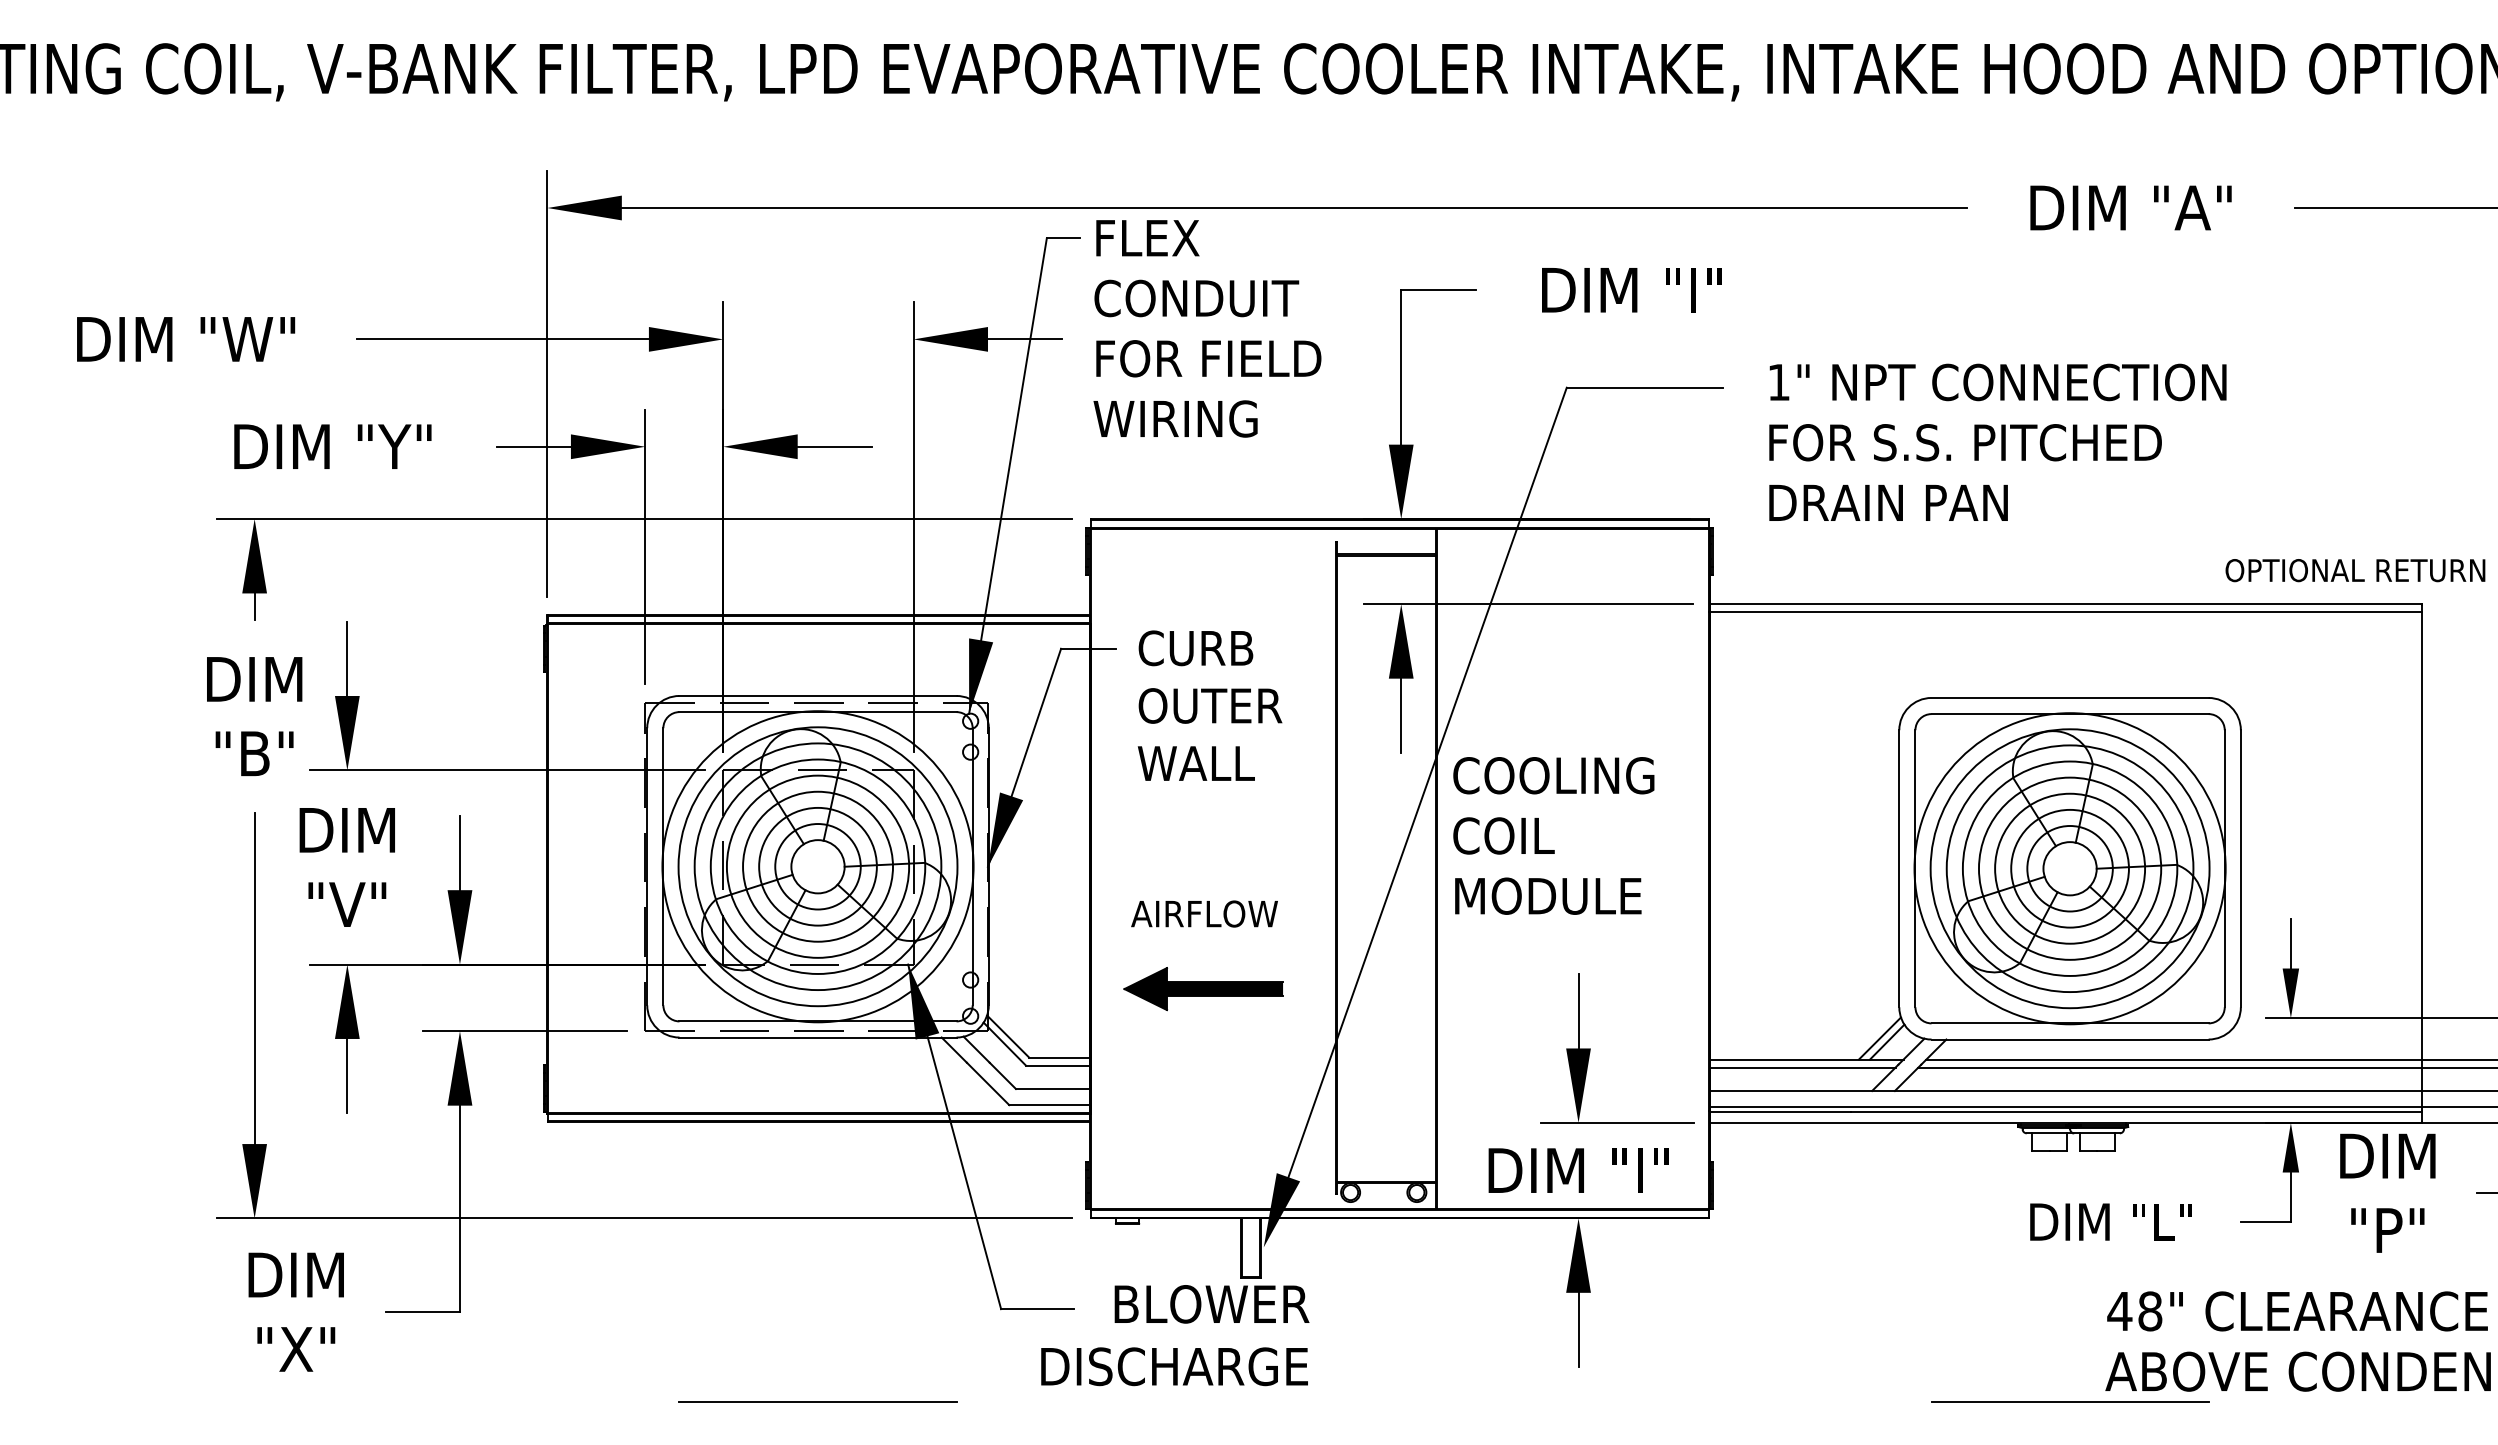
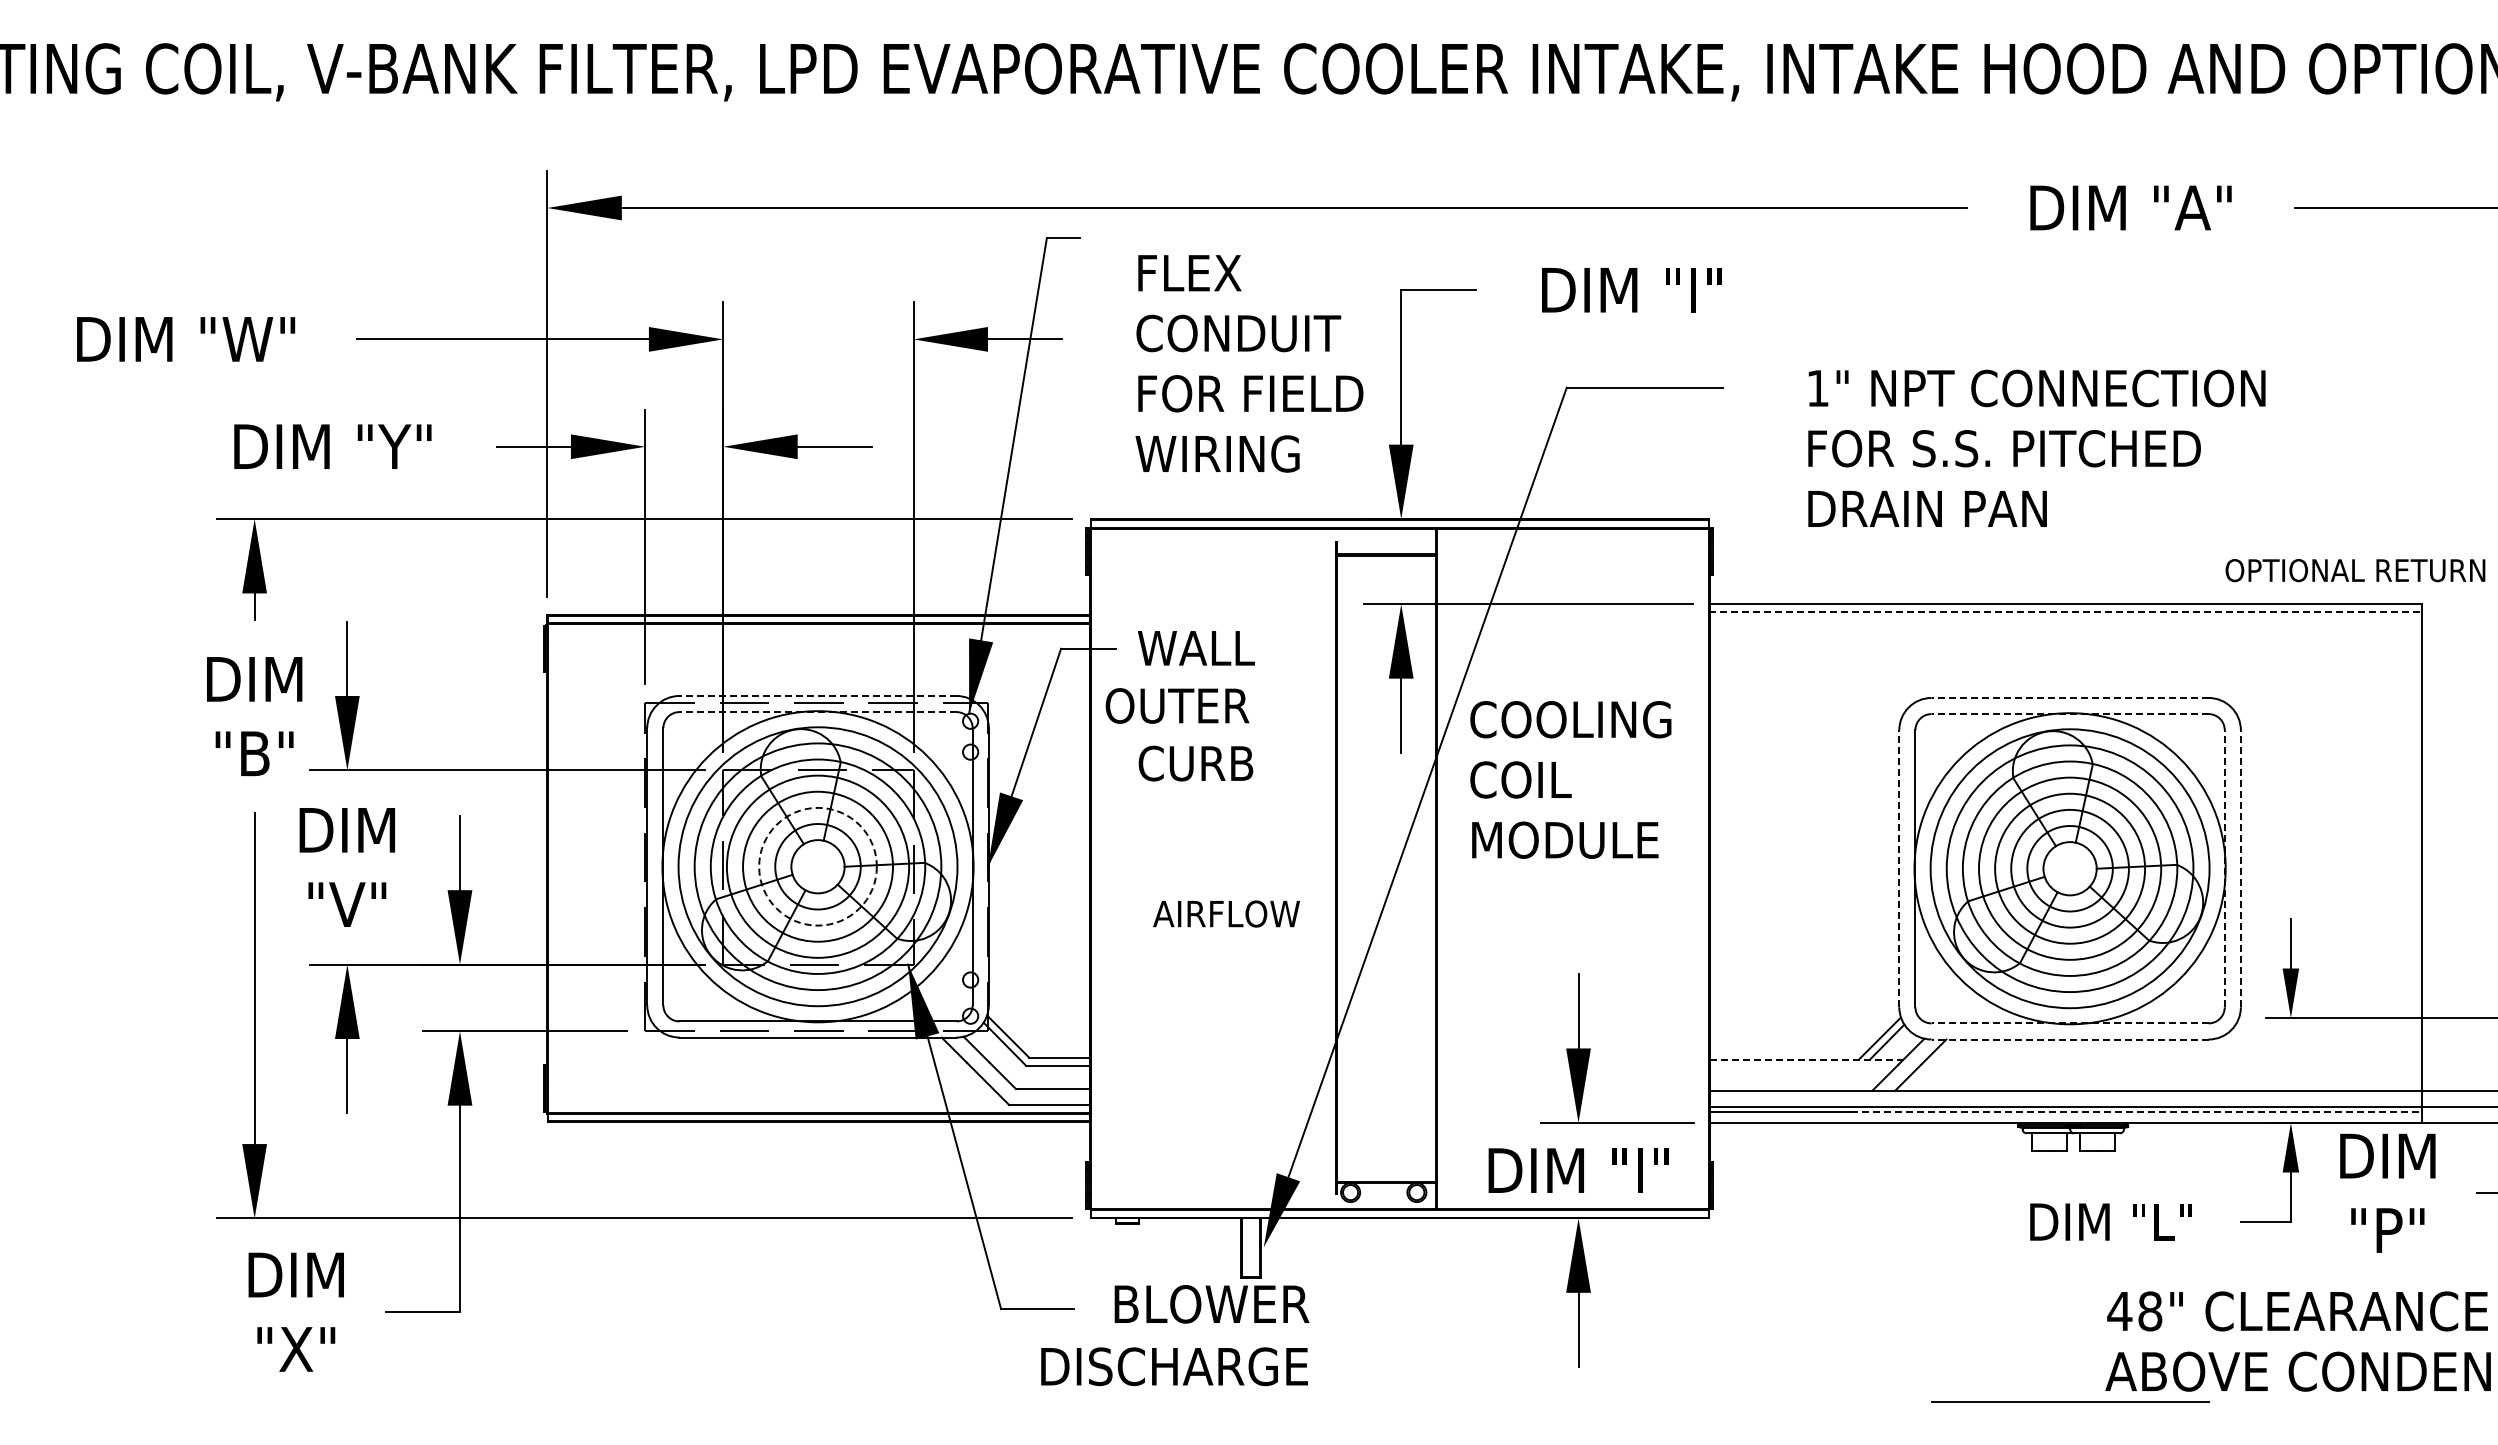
text at (1207, 328) position: (1207, 328) -> (1249, 363)
text at (1997, 441) position: (1997, 441) -> (2036, 447)
line at (2066, 612): solid -> dashed
text at (1195, 648): CURB -> WALL
line at (818, 695): solid -> dashed
line at (2070, 697): solid -> dashed
text at (1210, 705) position: (1210, 705) -> (1177, 705)
line at (818, 712): solid -> dashed
line at (2070, 714): solid -> dashed
text at (1195, 763): WALL -> CURB
text at (1553, 835) position: (1553, 835) -> (1570, 779)
circle at (817, 866): solid -> dashed
line at (1899, 868): solid -> dashed
line at (2224, 868): solid -> dashed
line at (2240, 868): solid -> dashed
text at (1204, 913) position: (1204, 913) -> (1226, 913)
part at (1203, 989): present -> none
line at (2070, 1023): solid -> dashed
line at (2070, 1039): solid -> dashed
line at (1806, 1059): solid -> dashed
line at (2210, 1059): present -> none
line at (1802, 1067): present -> none
line at (2206, 1067): present -> none
line at (2136, 1111): solid -> dashed
line at (817, 1401): present -> none
